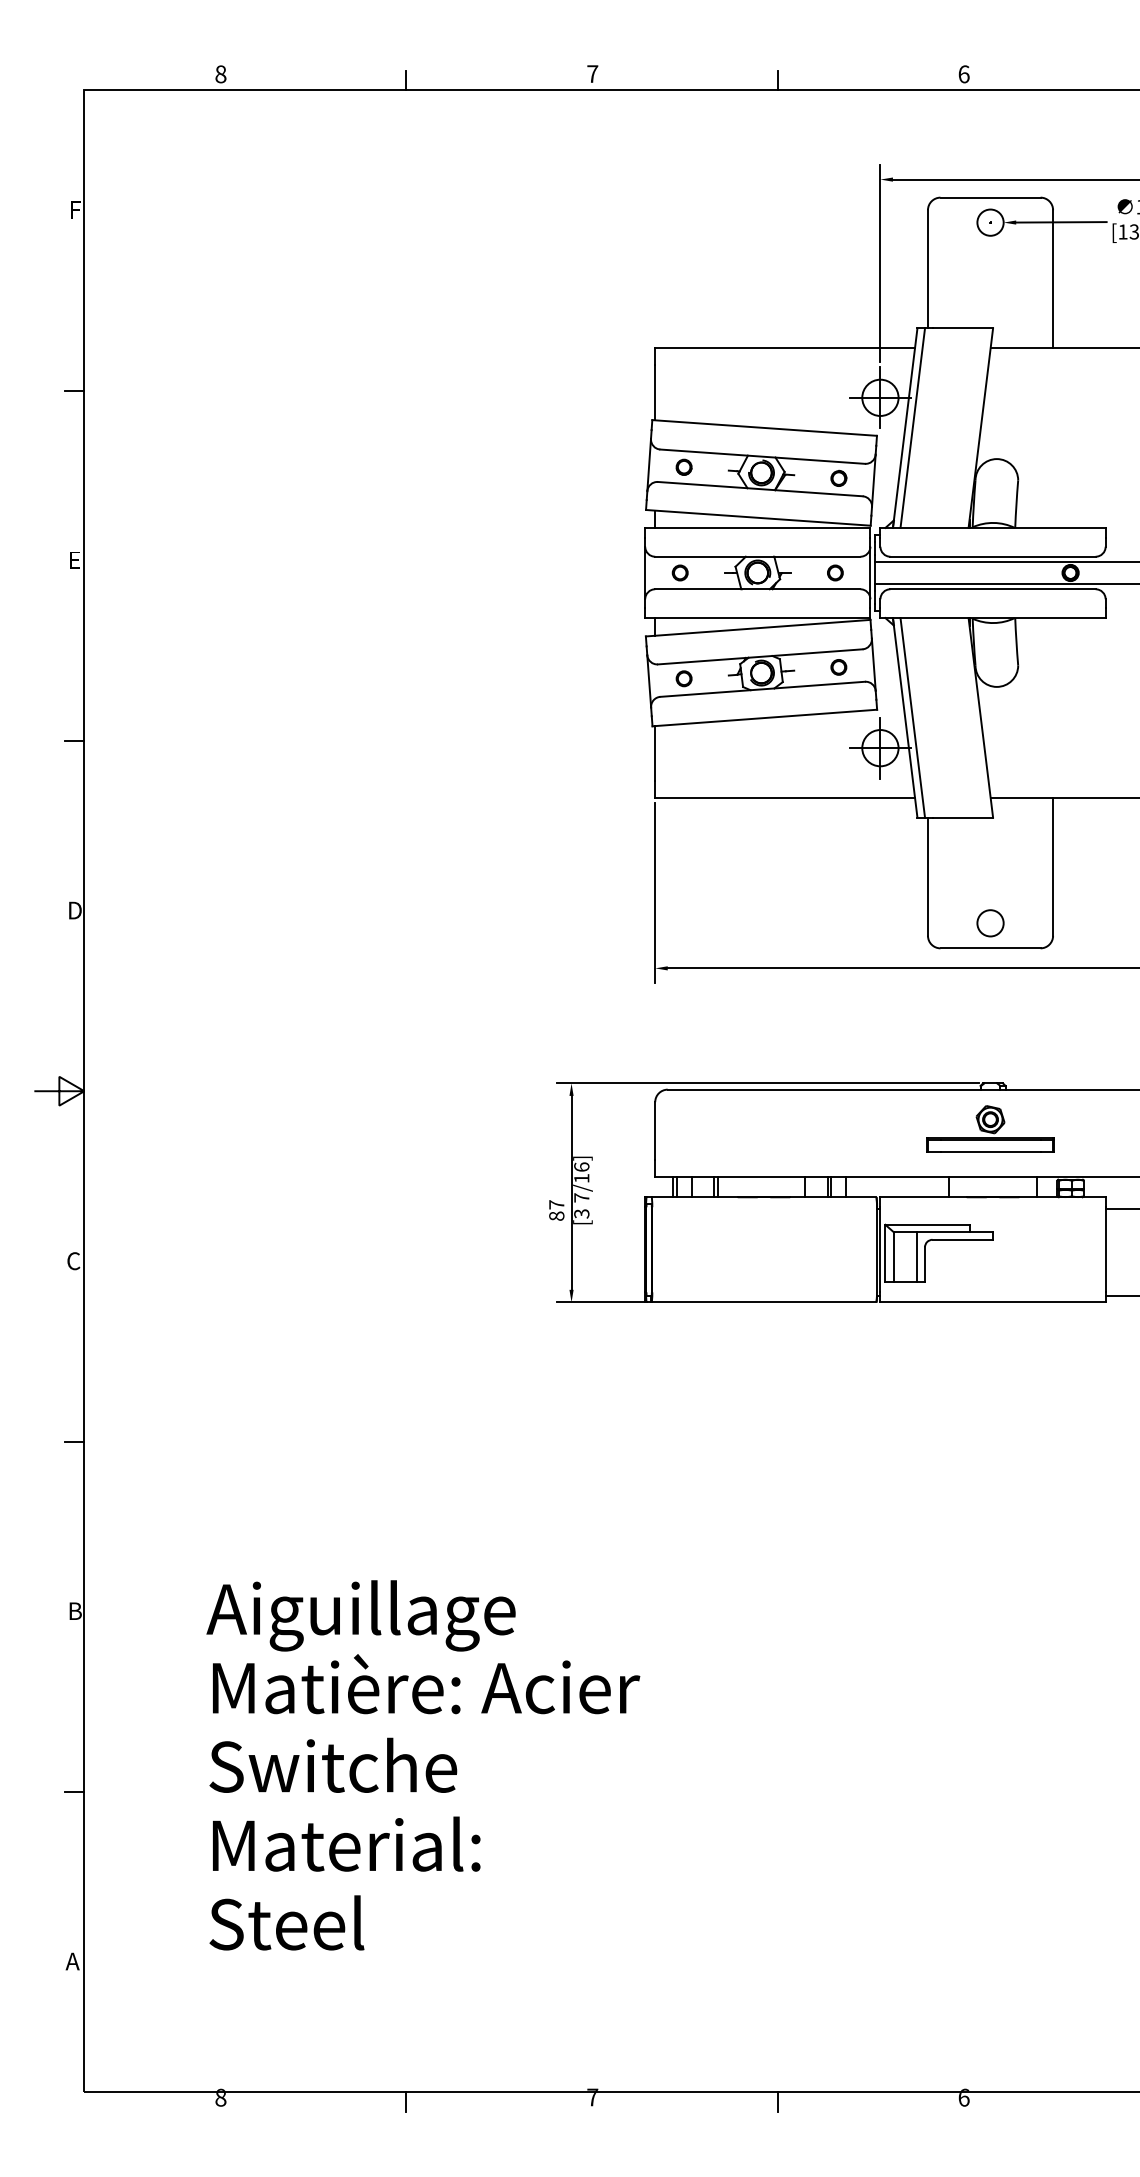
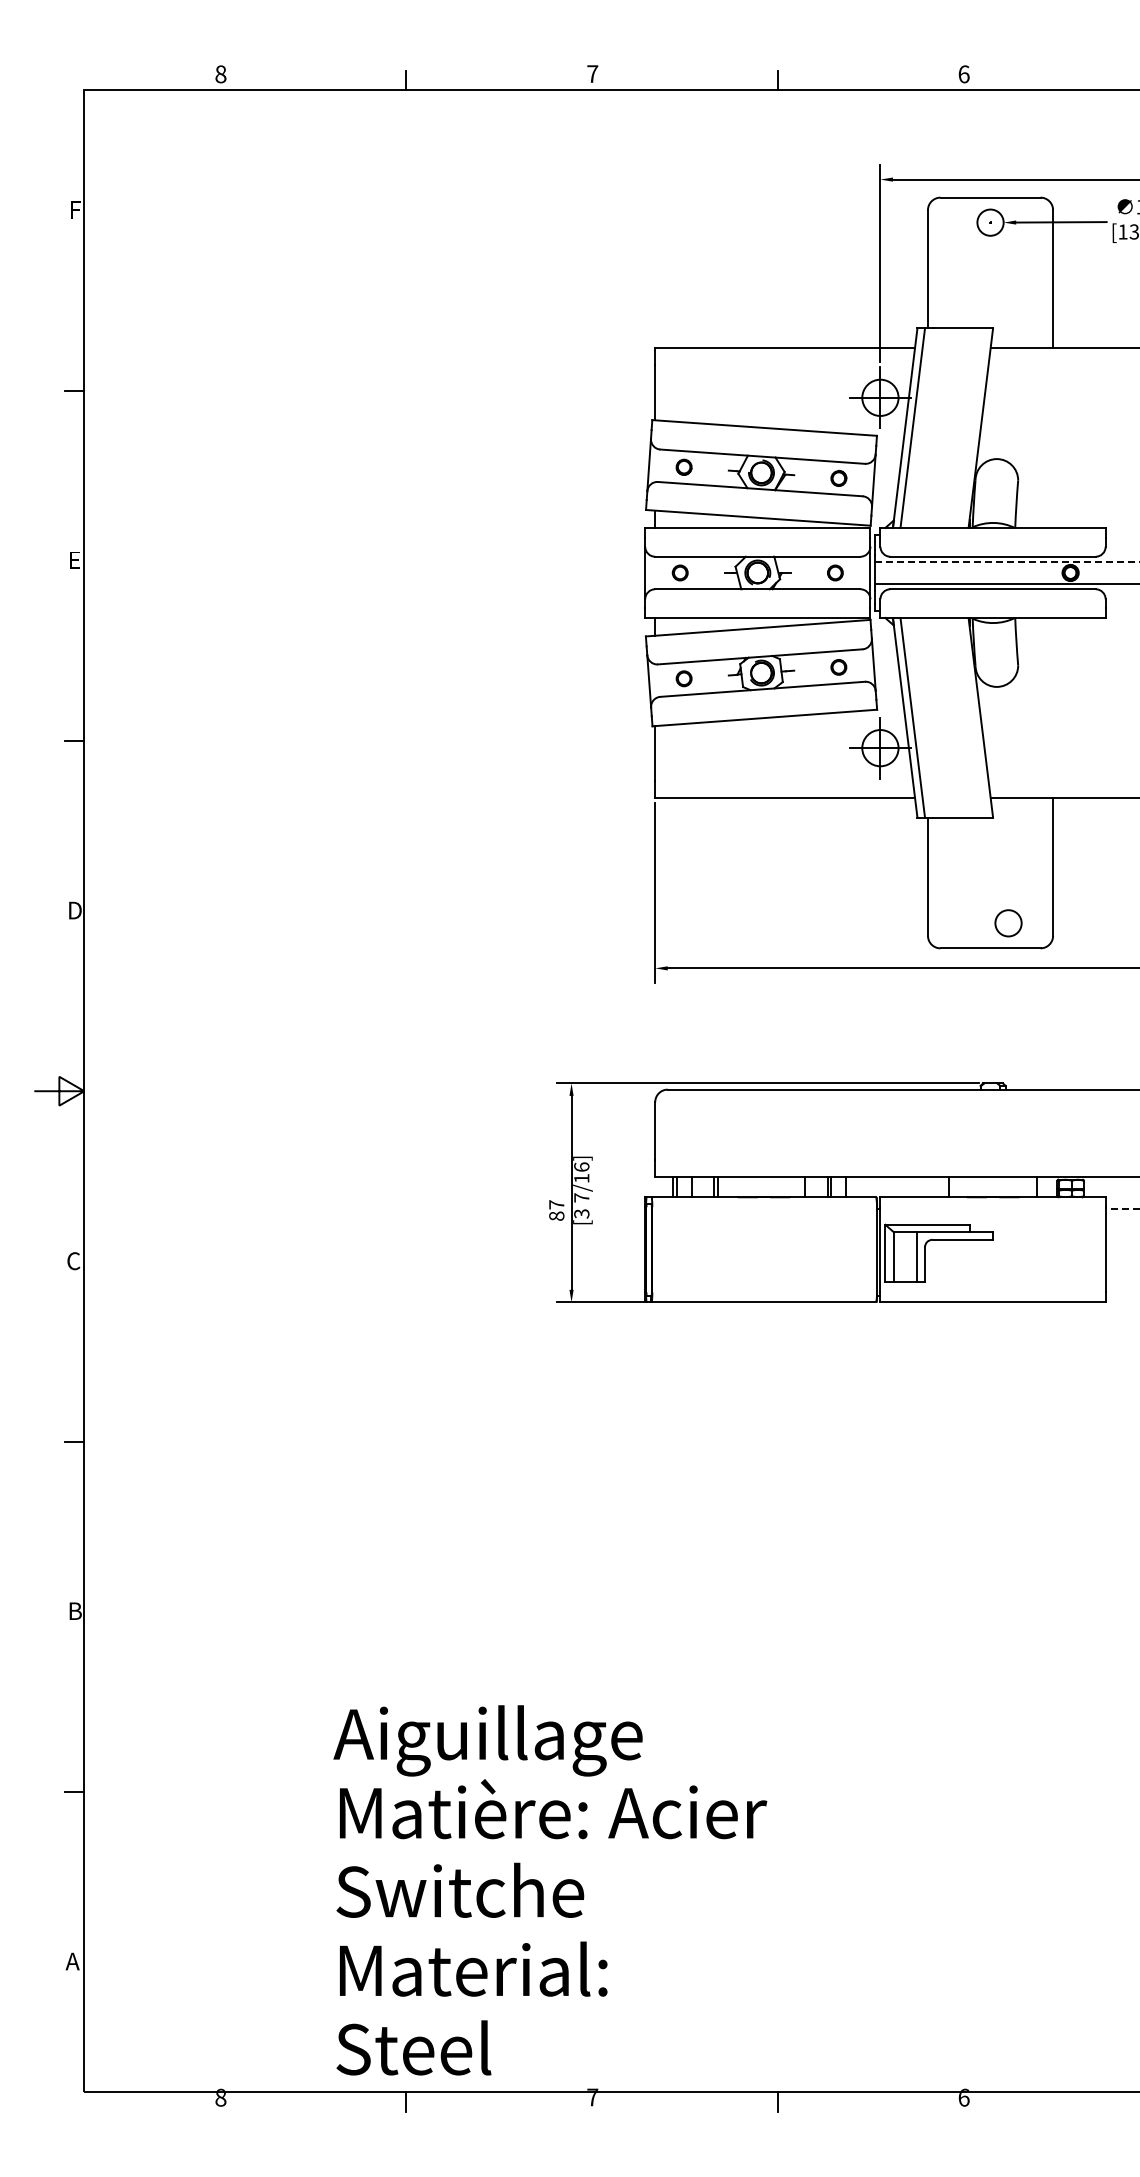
line at (1007, 561): solid -> dashed
circle at (990, 923) position: (990, 923) -> (1008, 923)
part at (990, 1128): present -> none
line at (1122, 1208): solid -> dashed
line at (1120, 1296): present -> none
text at (423, 1765) position: (423, 1765) -> (550, 1890)
